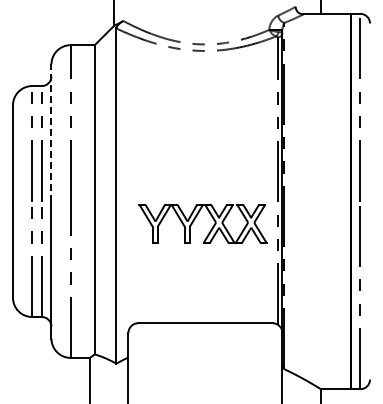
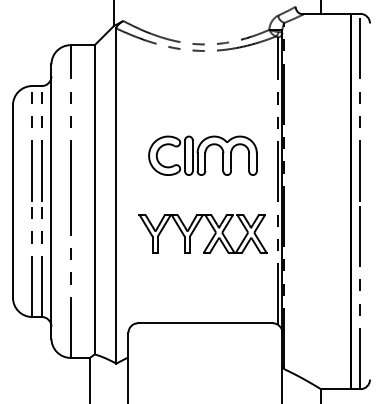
line at (51, 132): dashed -> solid
part at (202, 155): none -> present
part at (195, 219) position: (195, 219) -> (195, 229)
